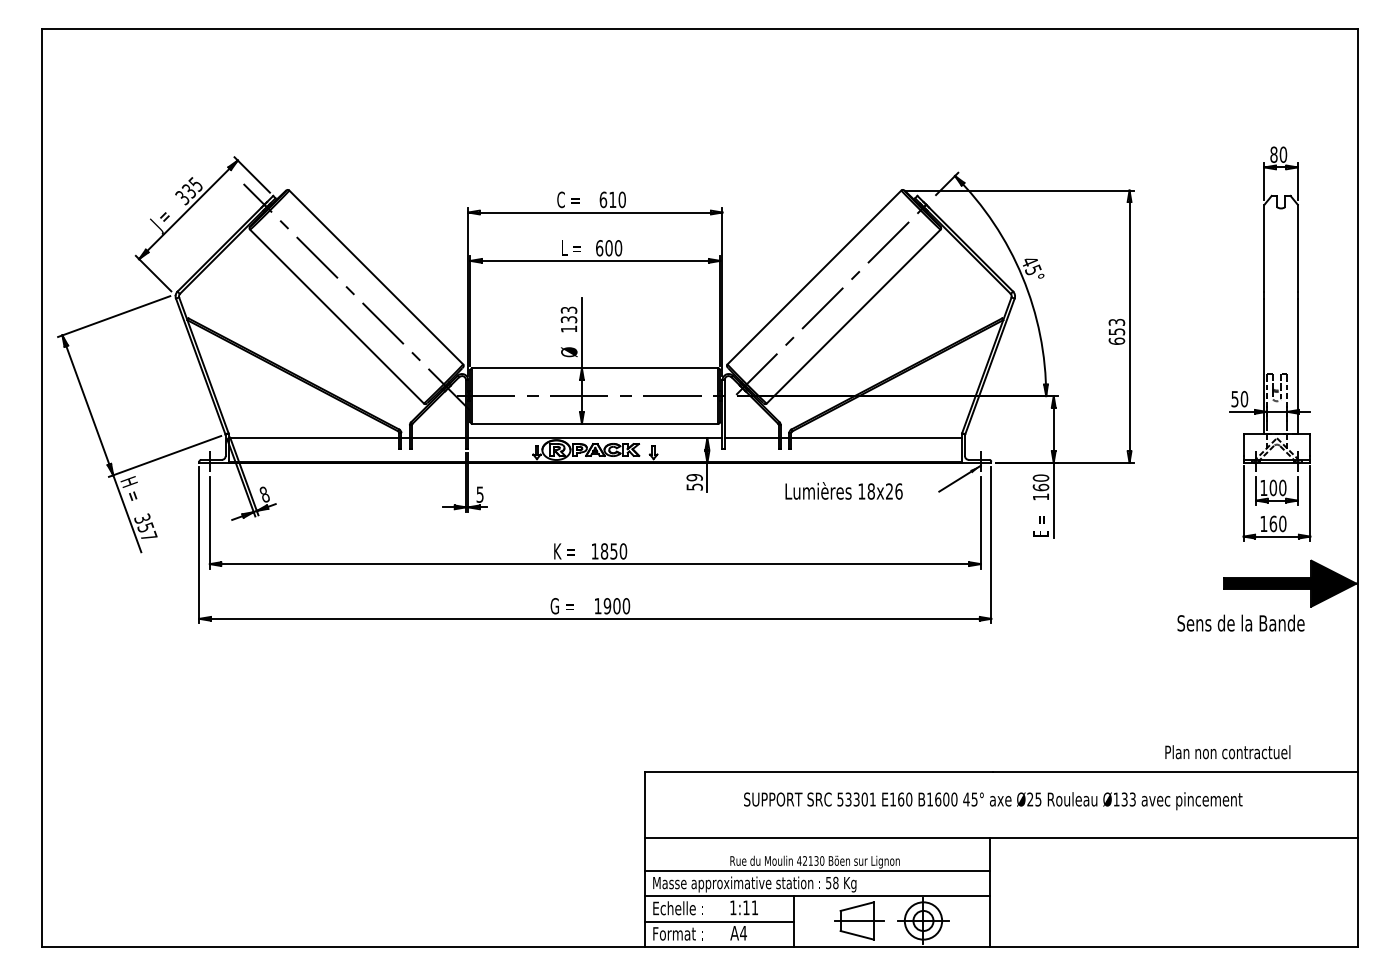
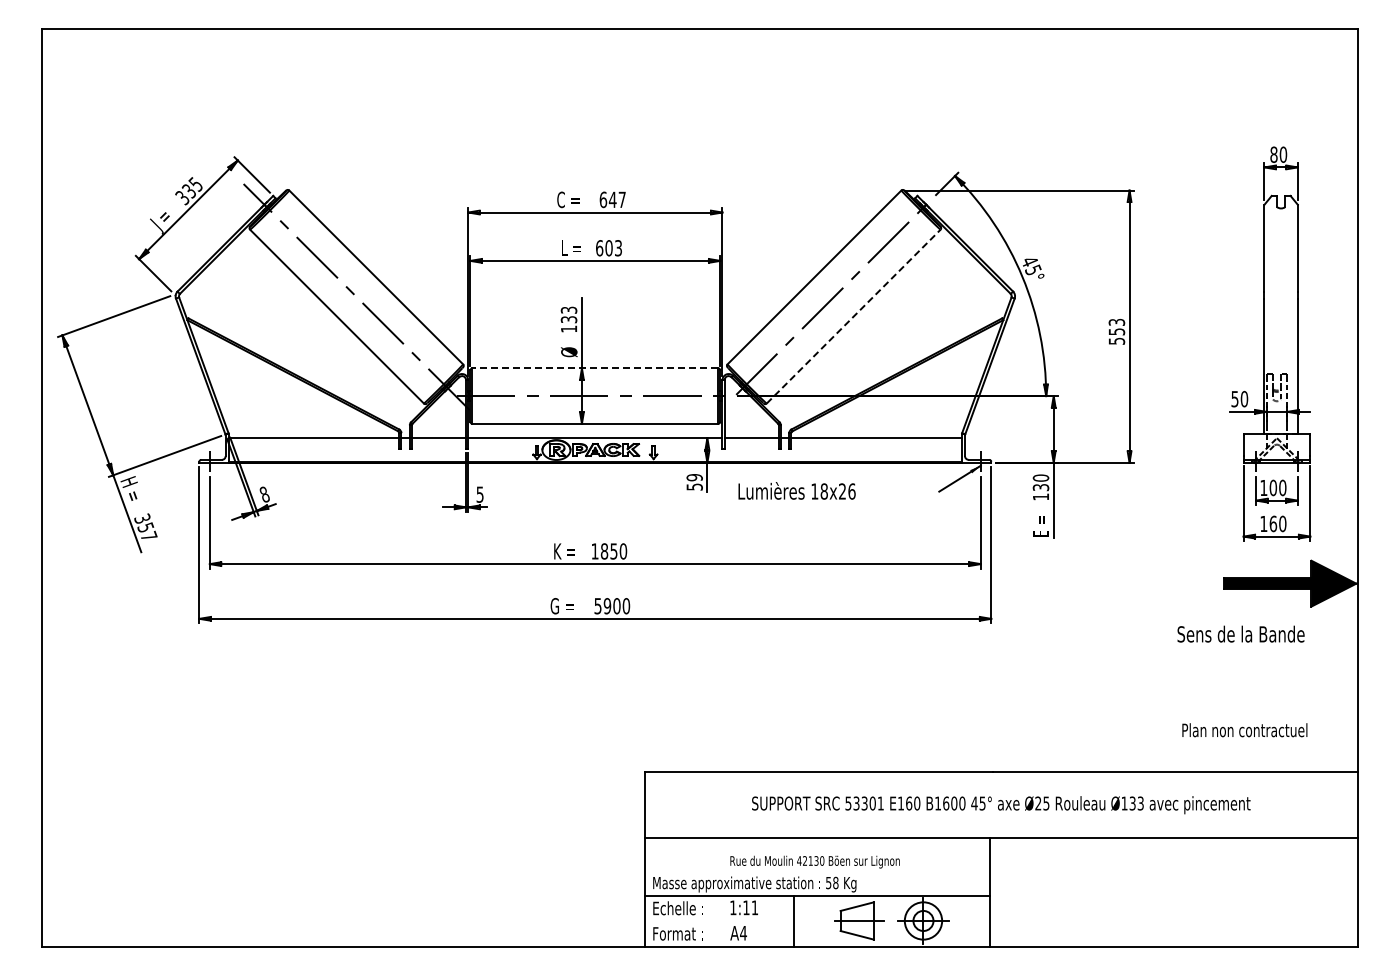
text at (616, 199): 610 -> 647
text at (618, 248): 600 -> 603
line at (853, 316): solid -> dashed
text at (1116, 340): 653 -> 553
line at (595, 368): solid -> dashed
text at (1040, 487): 160 -> 130
text at (843, 490) position: (843, 490) -> (796, 490)
text at (597, 606): 1900 -> 5900
text at (1240, 622) position: (1240, 622) -> (1240, 633)
text at (1227, 752) position: (1227, 752) -> (1244, 730)
text at (993, 801) position: (993, 801) -> (1001, 805)
line at (816, 871): present -> none
line at (719, 921): present -> none
